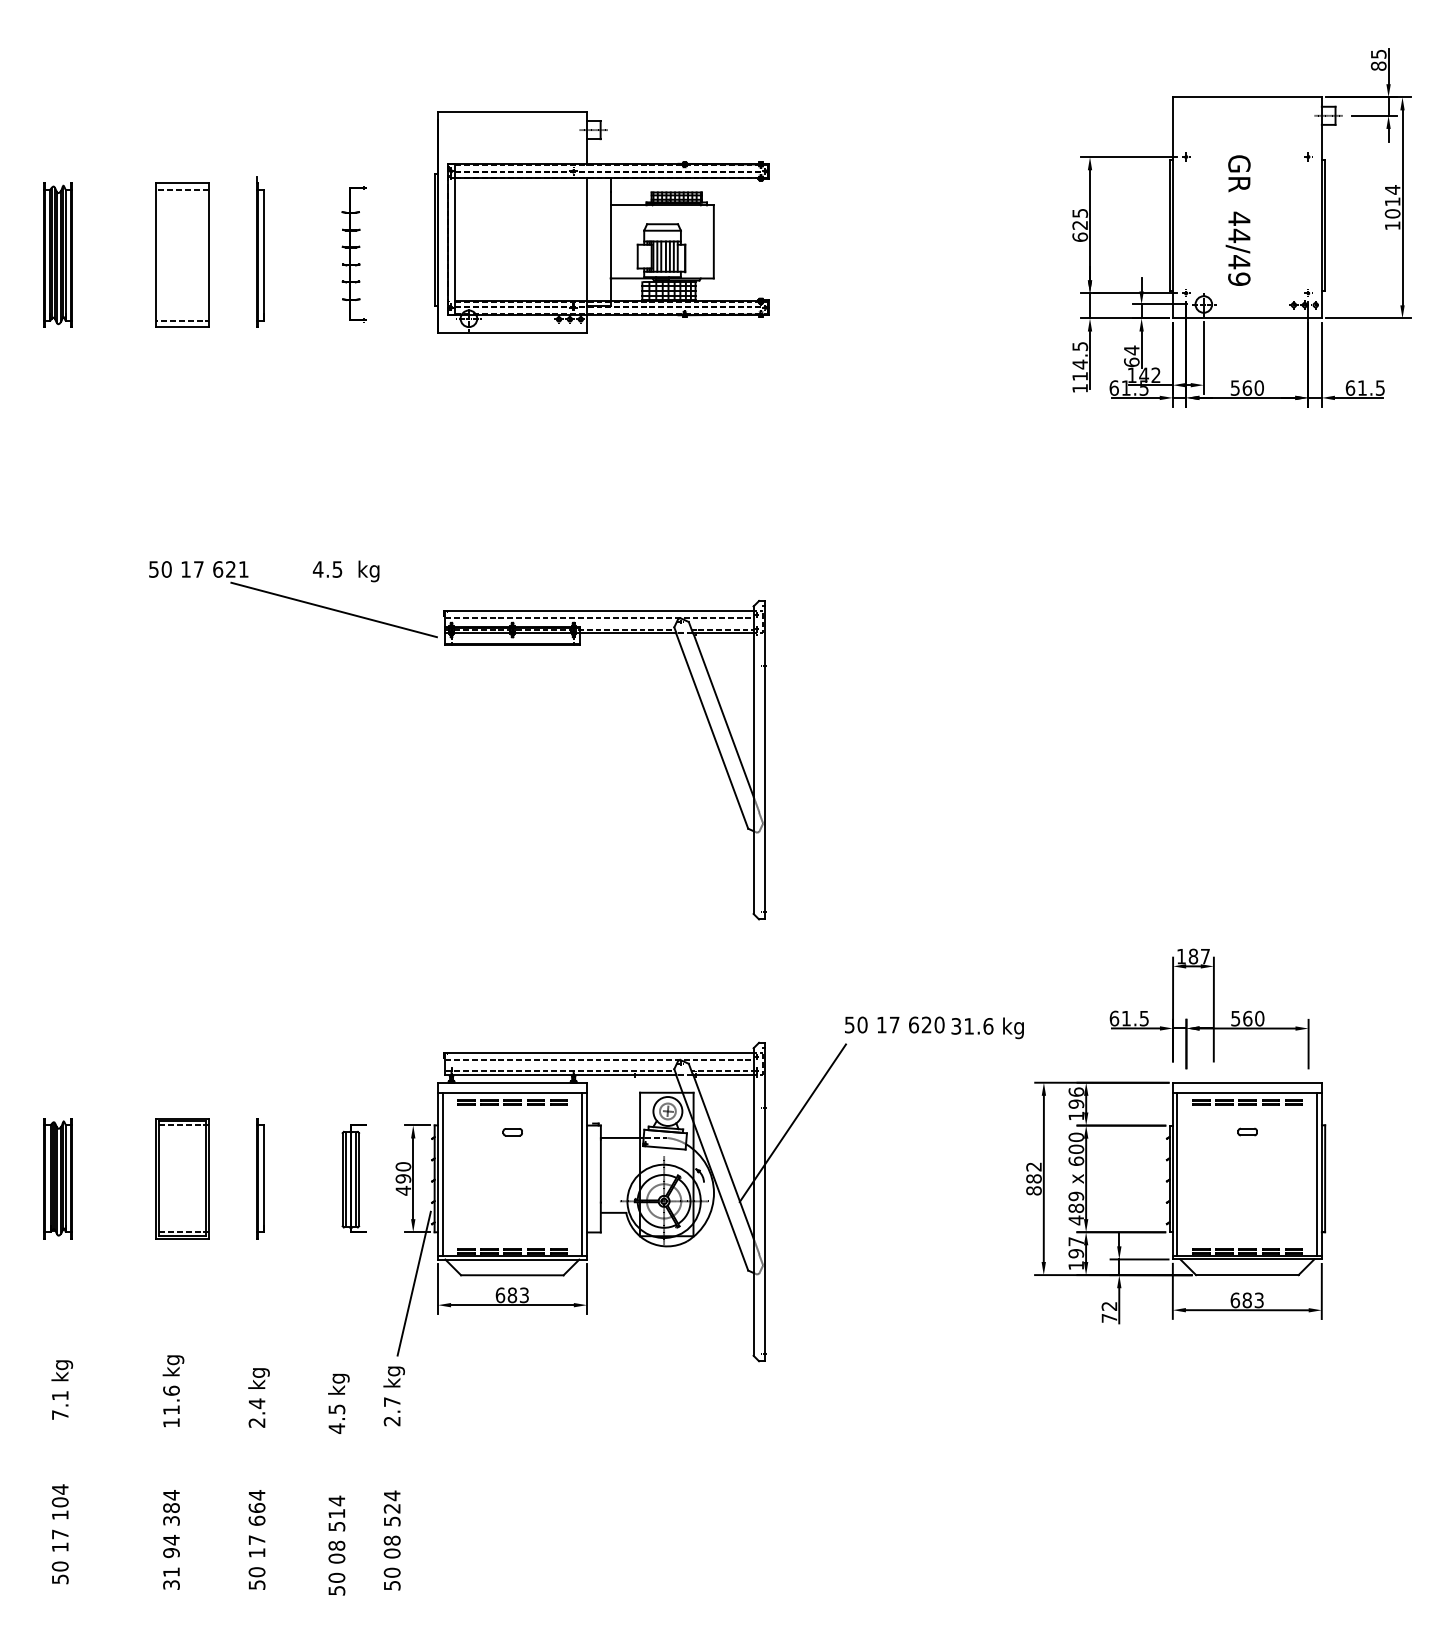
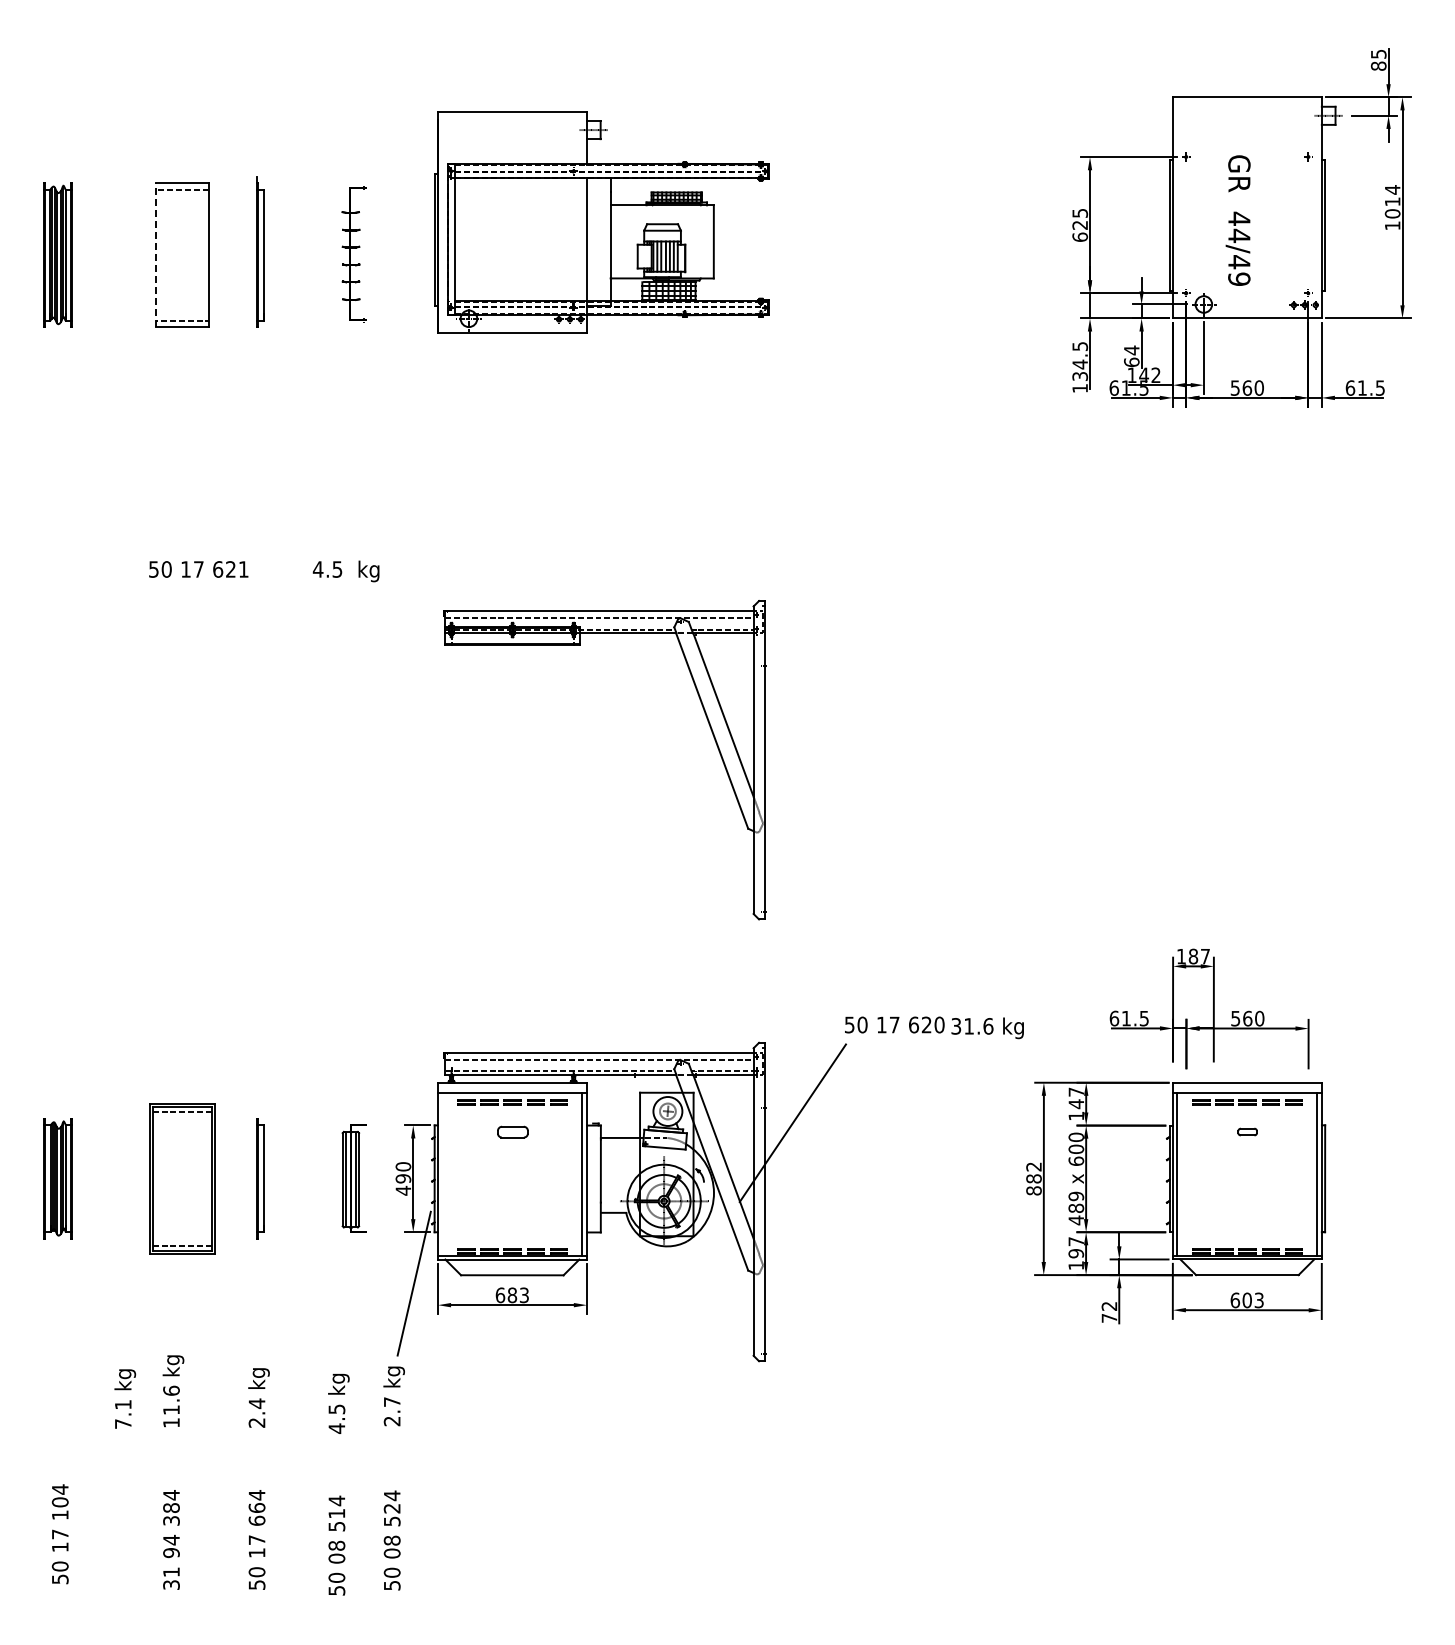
line at (156, 254): solid -> dashed
text at (1080, 376): 114.5 -> 134.5
line at (333, 609): present -> none
text at (1076, 1098): 196 -> 147
part at (512, 1132) size: 21x9 px -> 32x14 px
line at (443, 1174): present -> none
part at (182, 1178) size: 55x122 px -> 67x152 px
text at (1246, 1300): 683 -> 603
text at (62, 1389) position: (62, 1389) -> (125, 1398)
